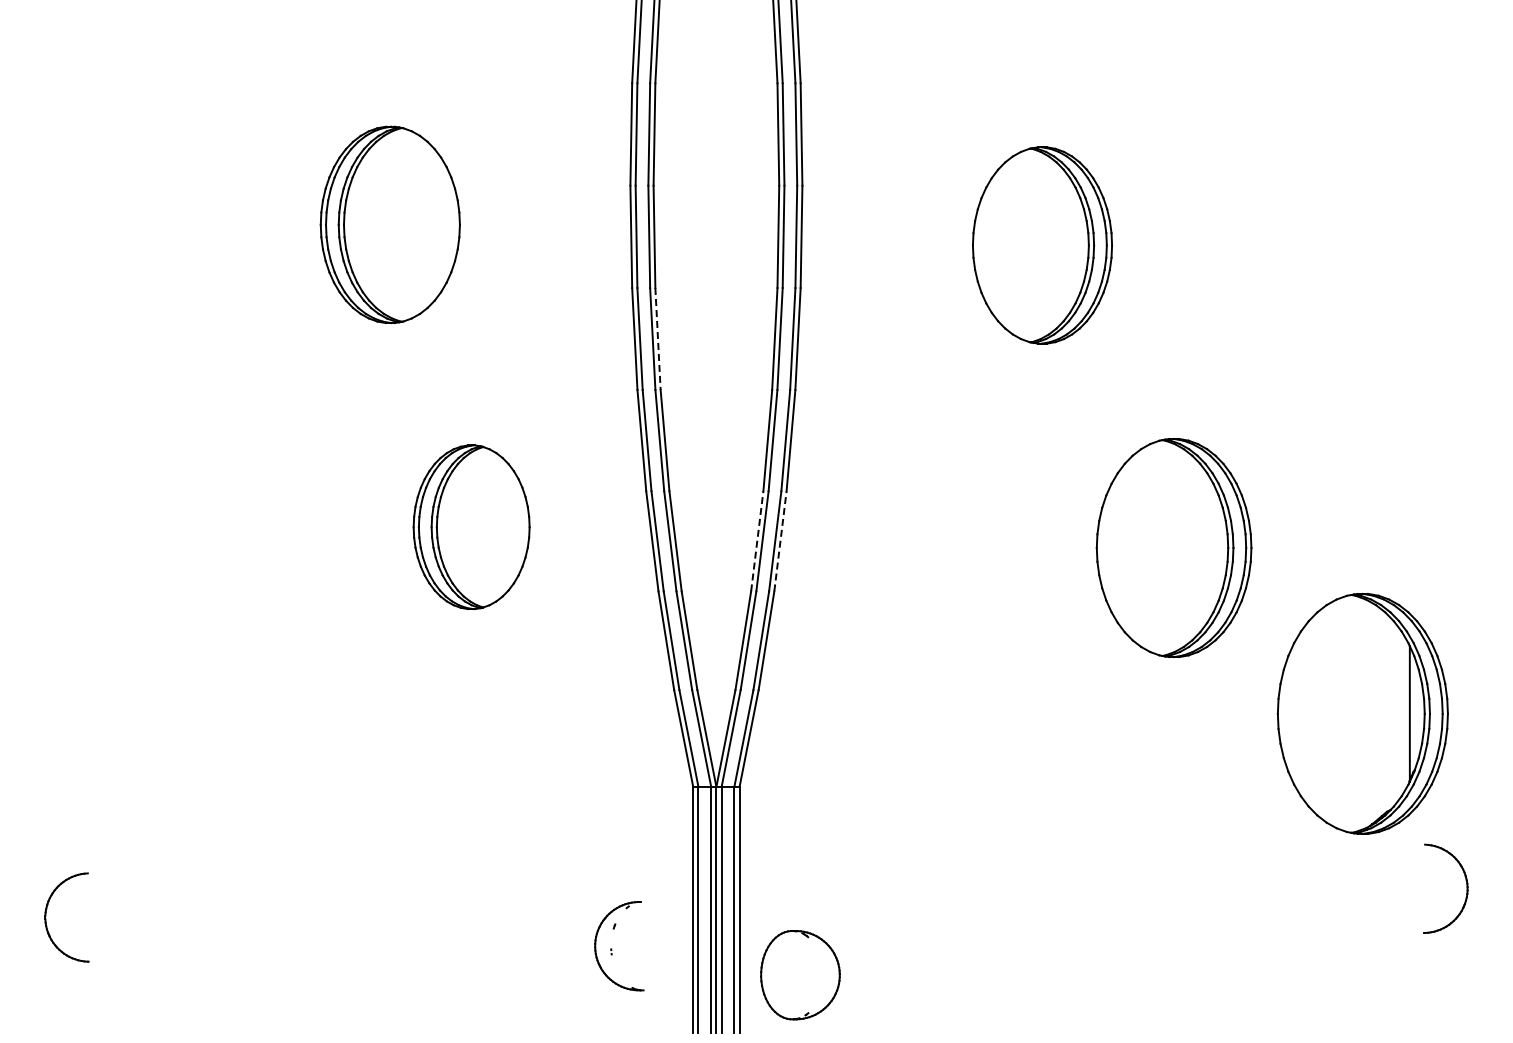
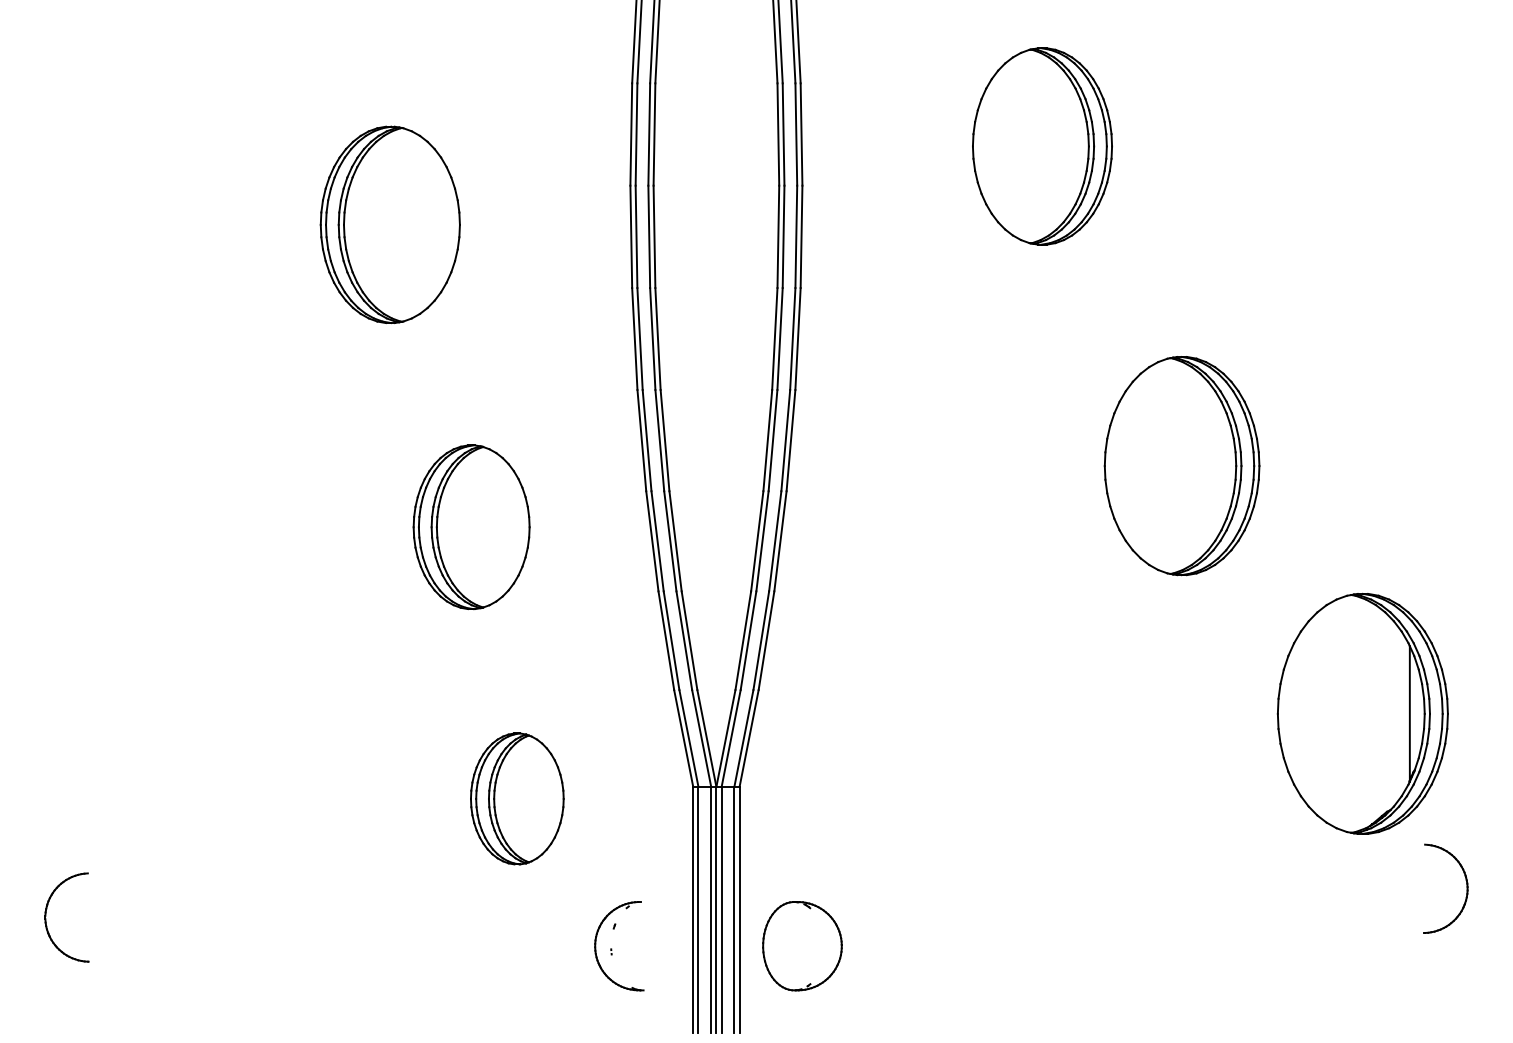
part at (1042, 245) position: (1042, 245) -> (1042, 146)
line at (658, 339): dashed -> solid
line at (757, 540): dashed -> solid
line at (780, 540): dashed -> solid
part at (1173, 548) position: (1173, 548) -> (1181, 466)
part at (517, 798): none -> present
part at (800, 975) position: (800, 975) -> (802, 946)
